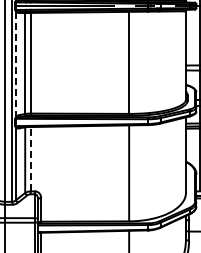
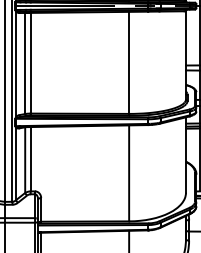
line at (16, 64): dashed -> solid
line at (30, 158): dashed -> solid
